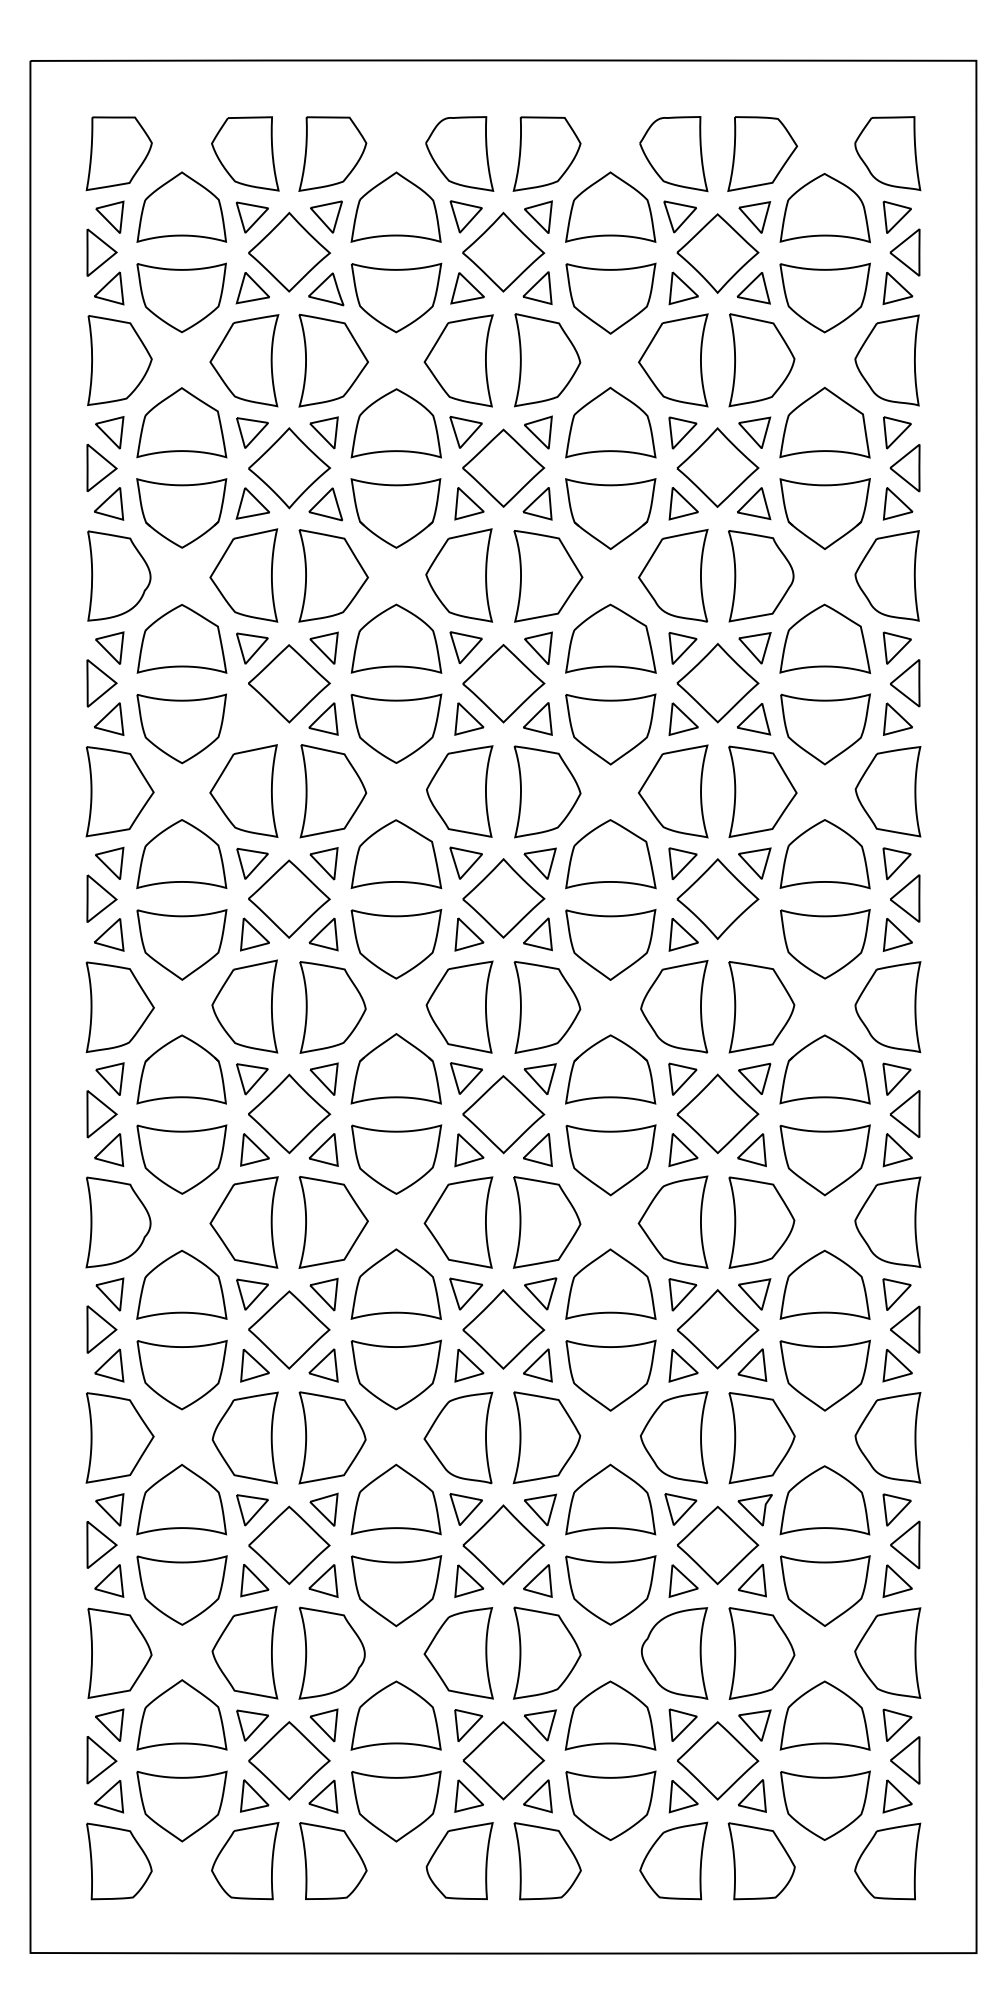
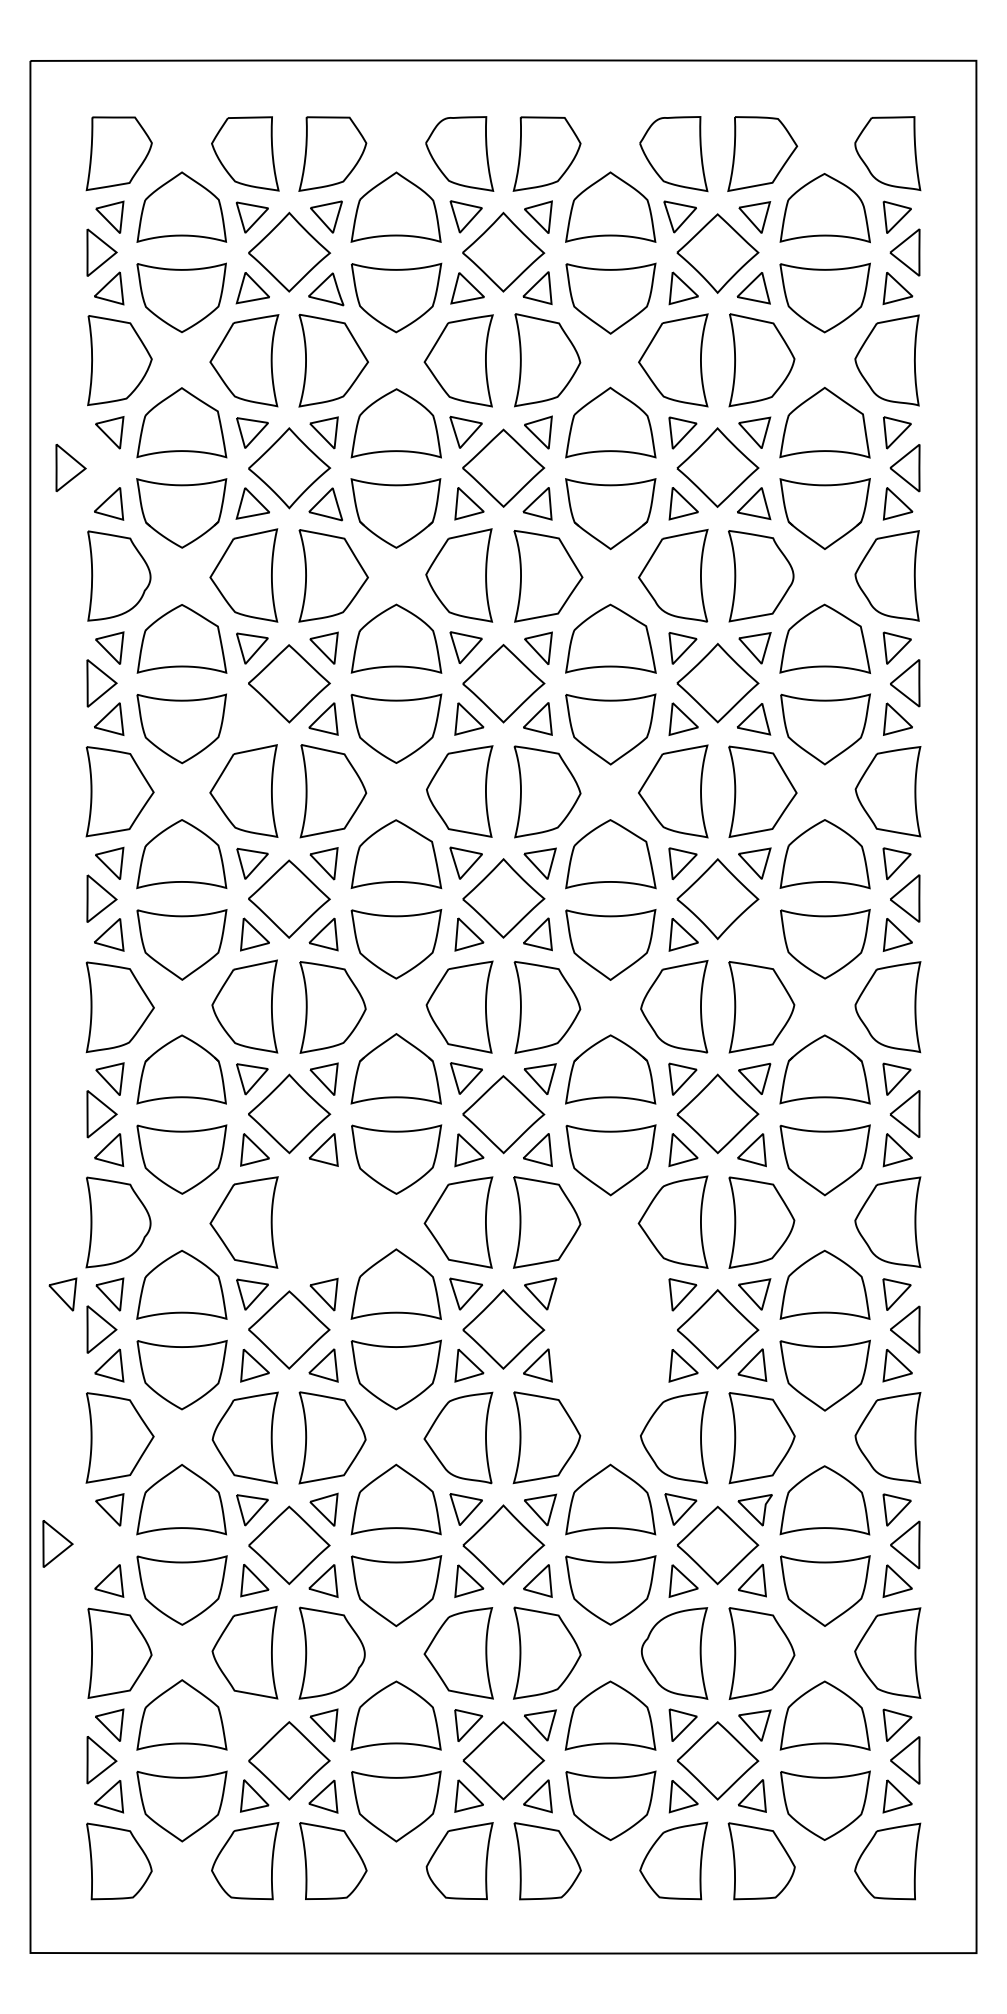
part at (101, 467) position: (101, 467) -> (70, 467)
part at (333, 1222): present -> none
part at (610, 1283): present -> none
part at (62, 1294): none -> present
part at (610, 1375): present -> none
part at (101, 1544) position: (101, 1544) -> (57, 1543)
part at (252, 1725): present -> none
